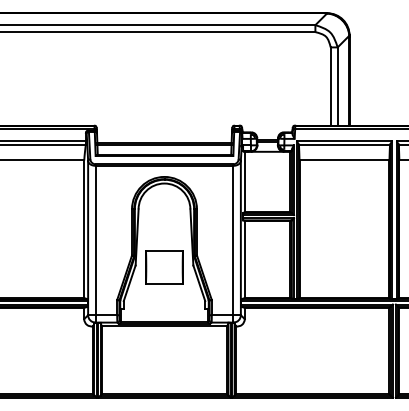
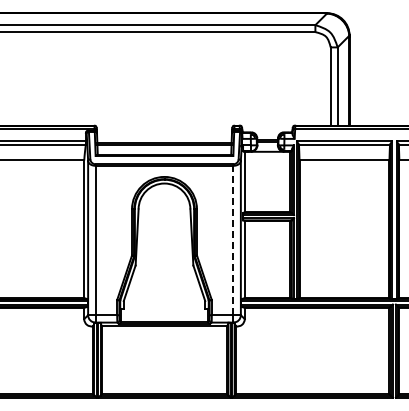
line at (233, 240): solid -> dashed
part at (164, 267): present -> none
